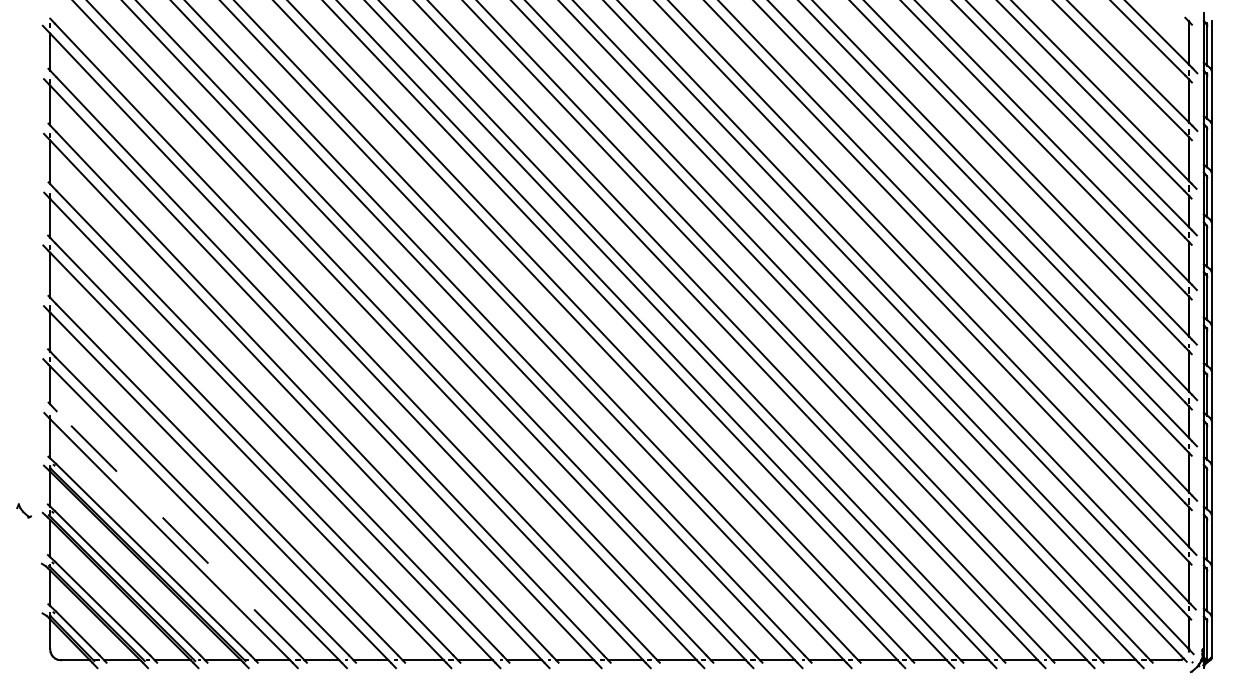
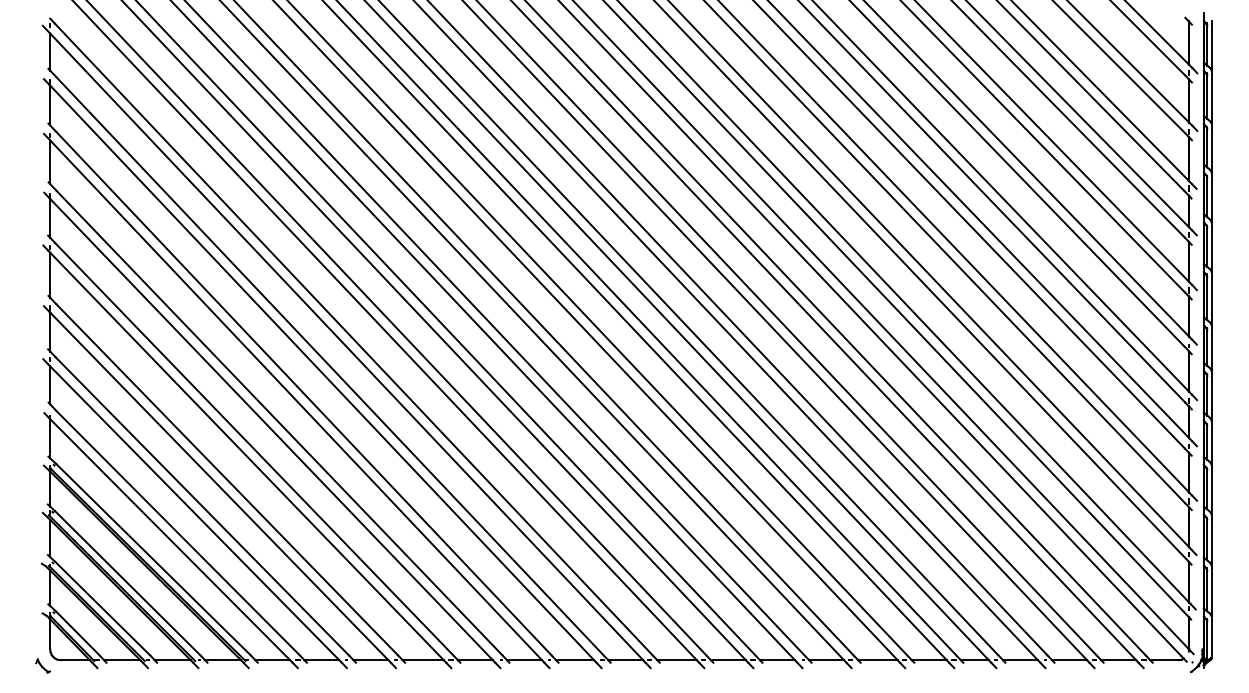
part at (24, 510) position: (24, 510) -> (43, 665)
line at (177, 532): dashed -> solid
